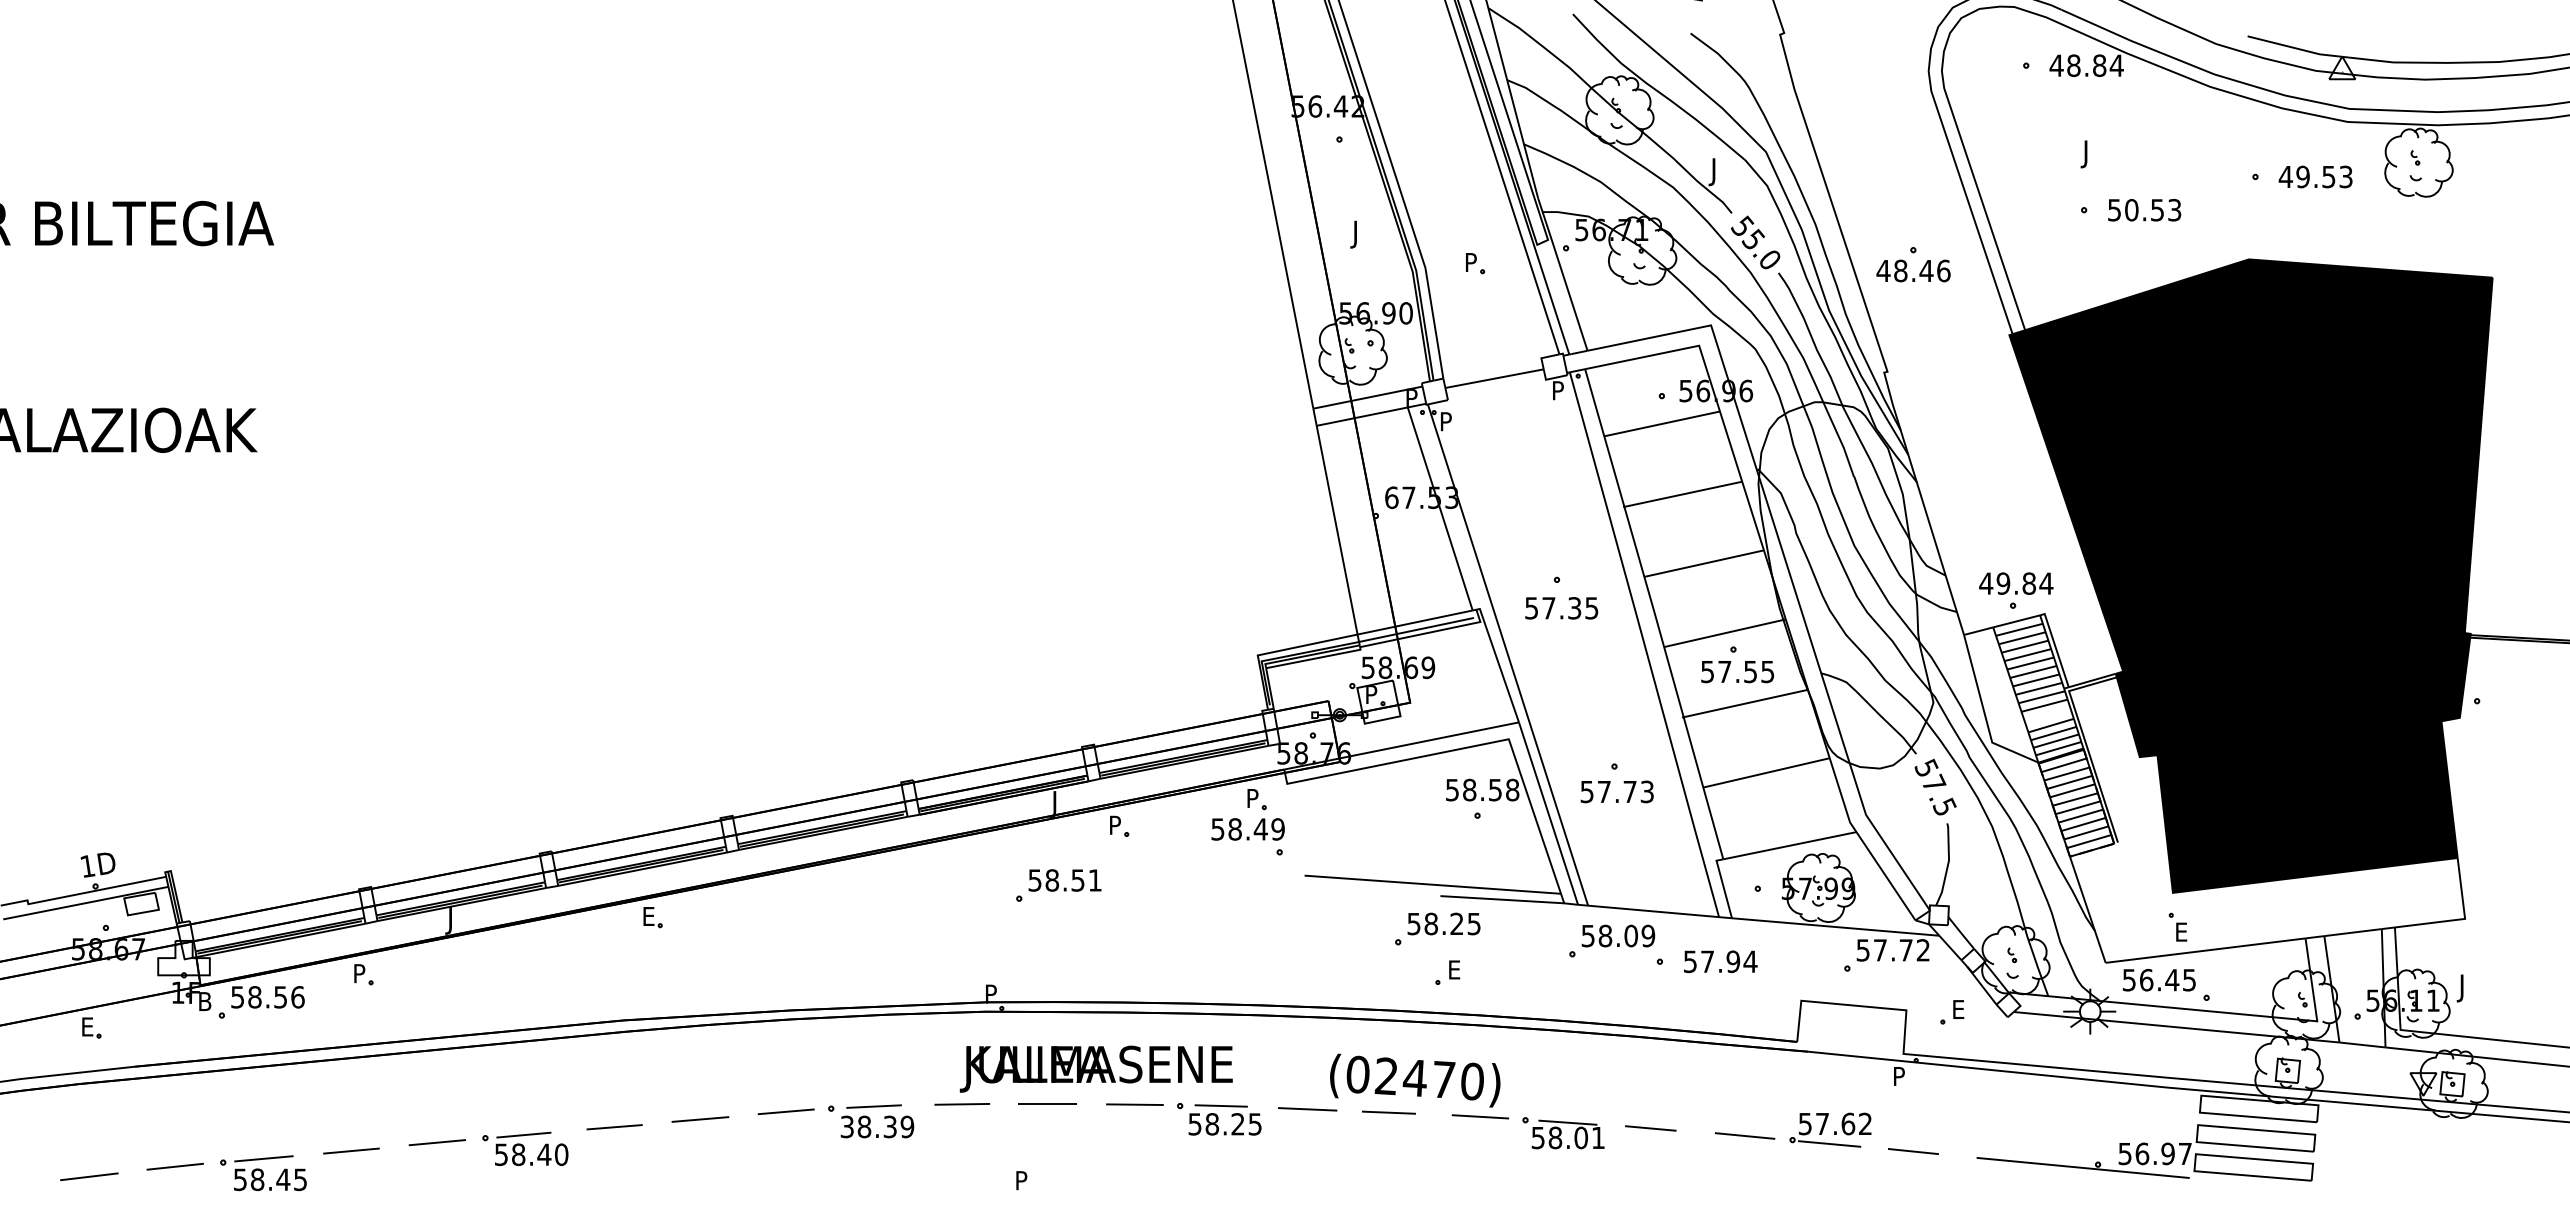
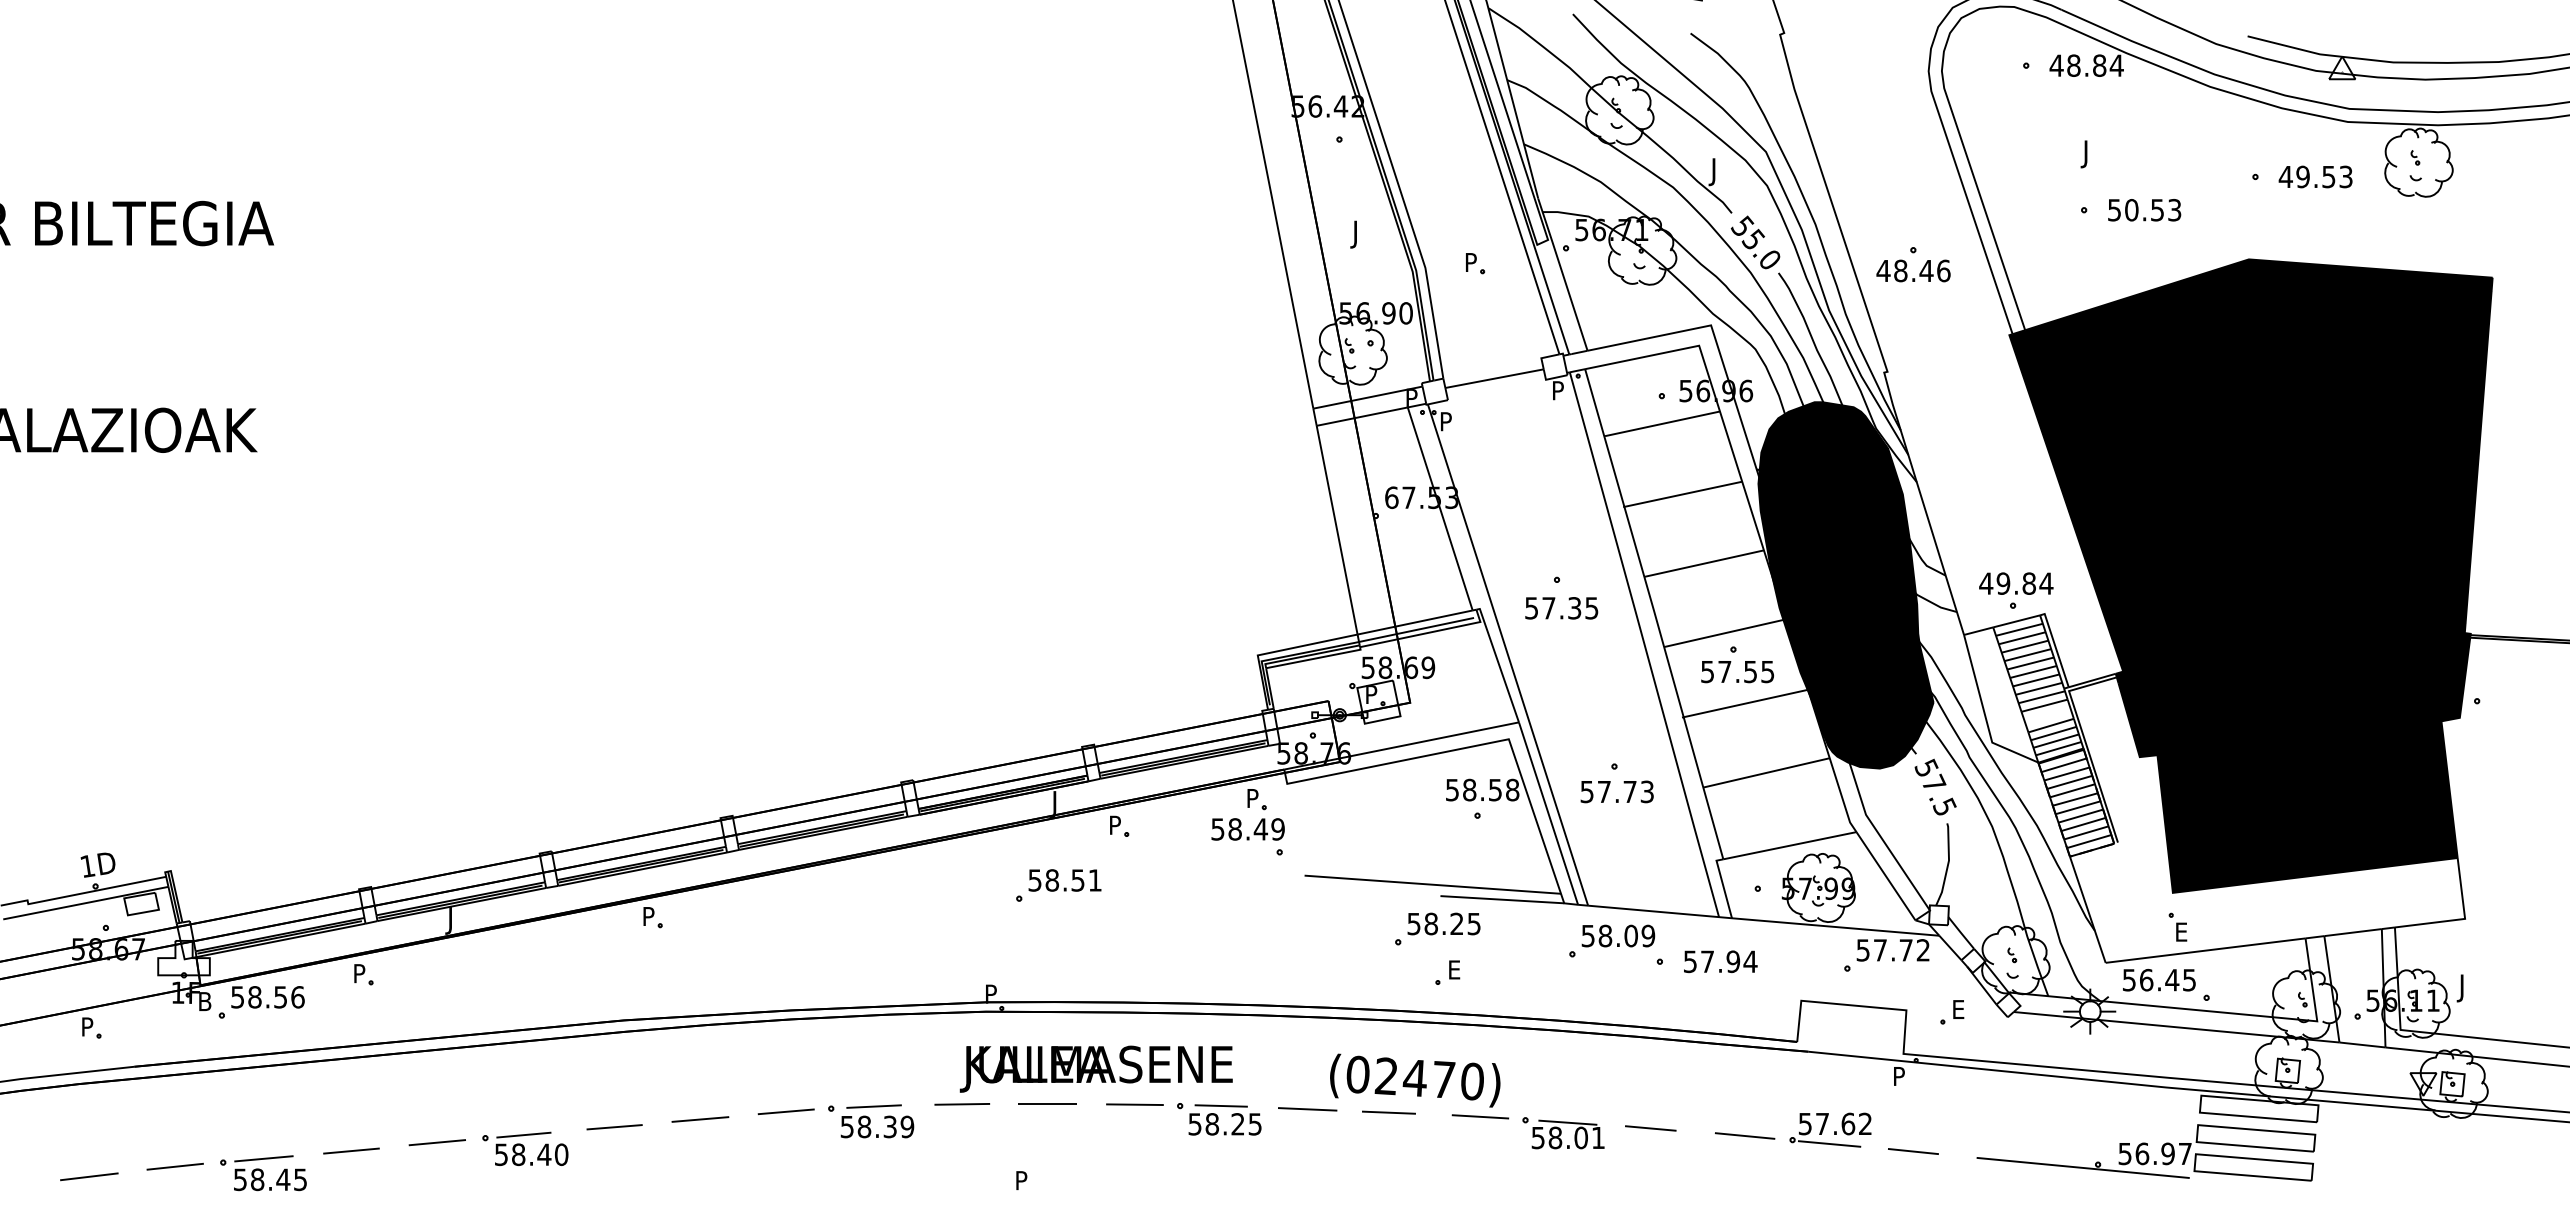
fill at (1845, 585): none -> present
text at (649, 916): E -> P
text at (88, 1026): E -> P
text at (847, 1126): 38.39 -> 58.39
